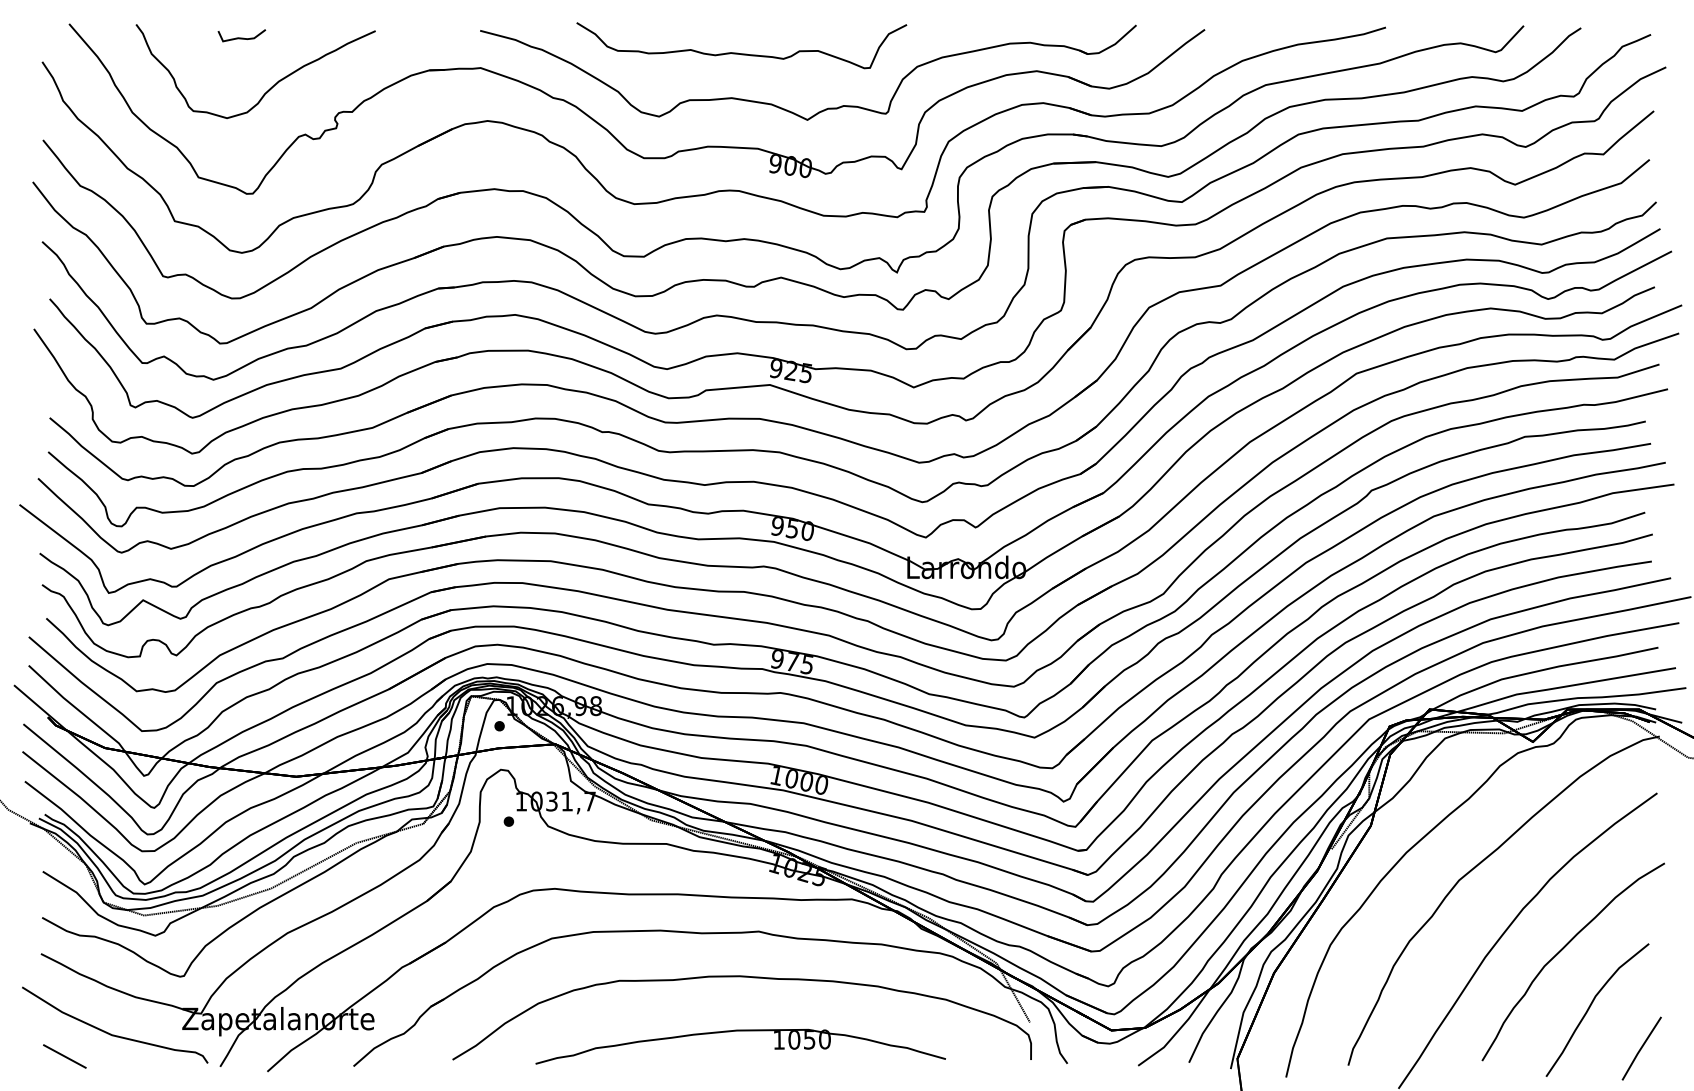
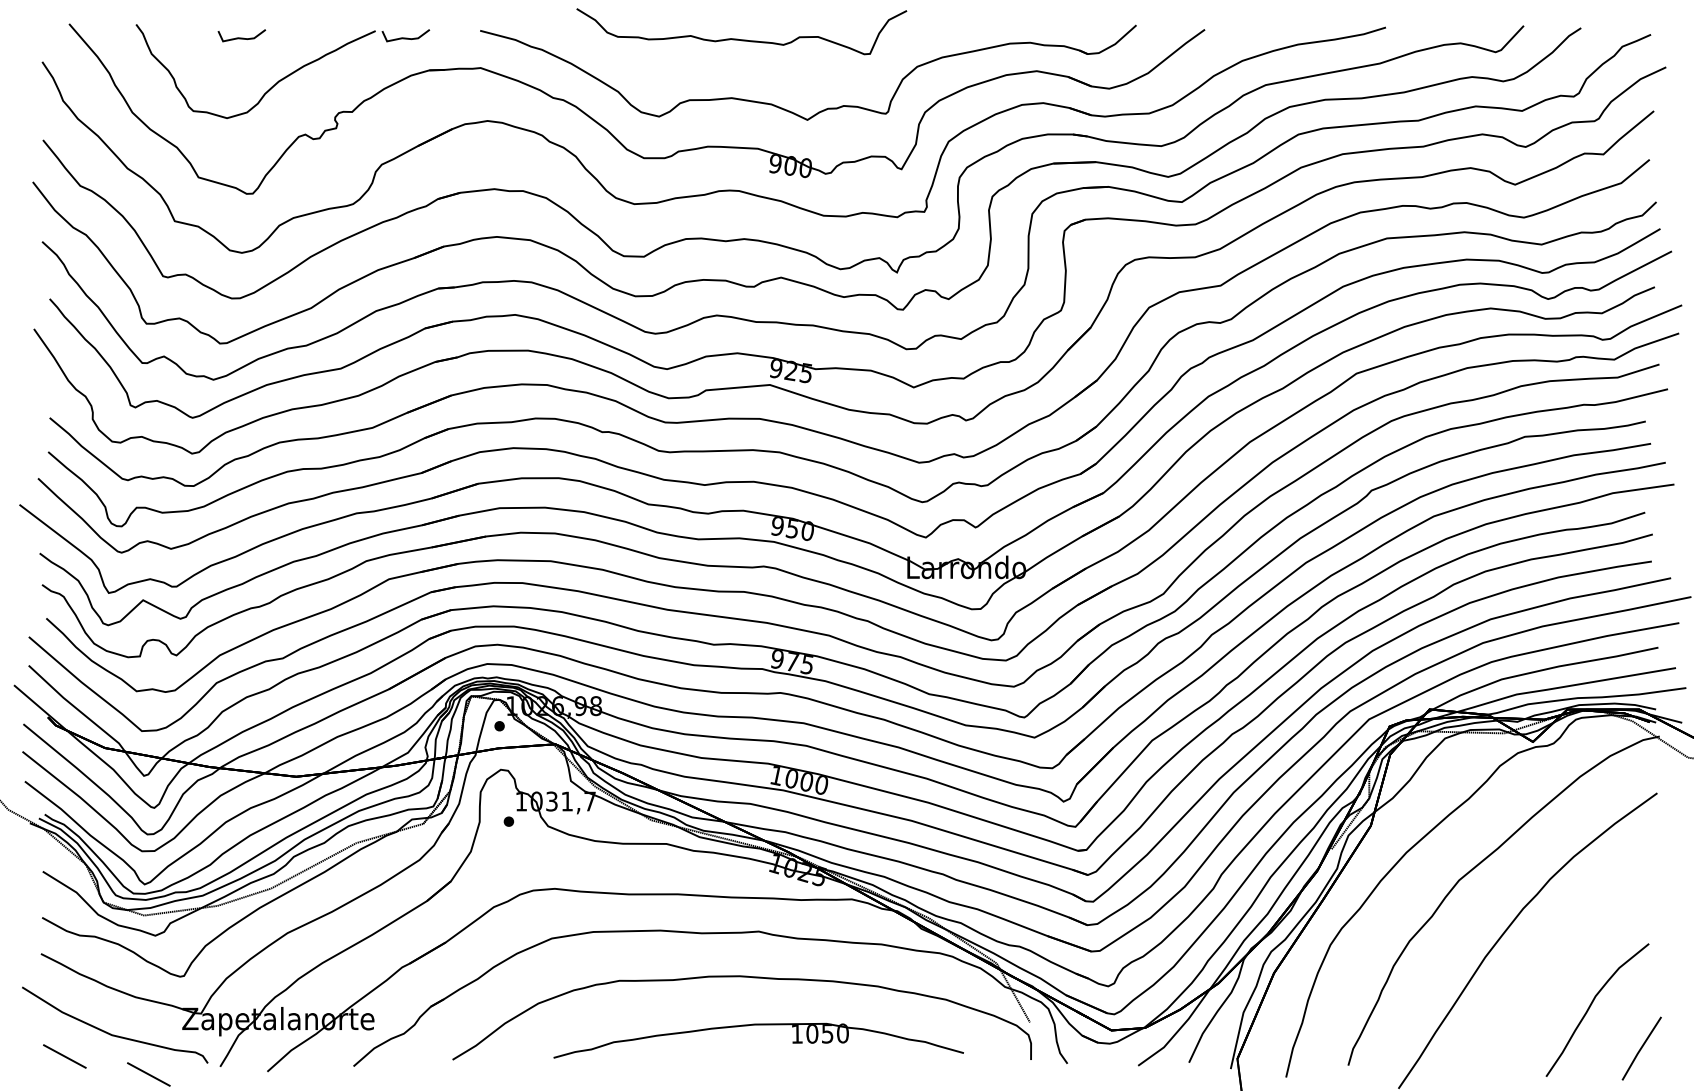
part at (405, 35): none -> present
part at (741, 53) position: (741, 53) -> (741, 39)
part at (1562, 950): present -> none
part at (740, 1031) position: (740, 1031) -> (758, 1025)
line at (148, 1074): none -> present
